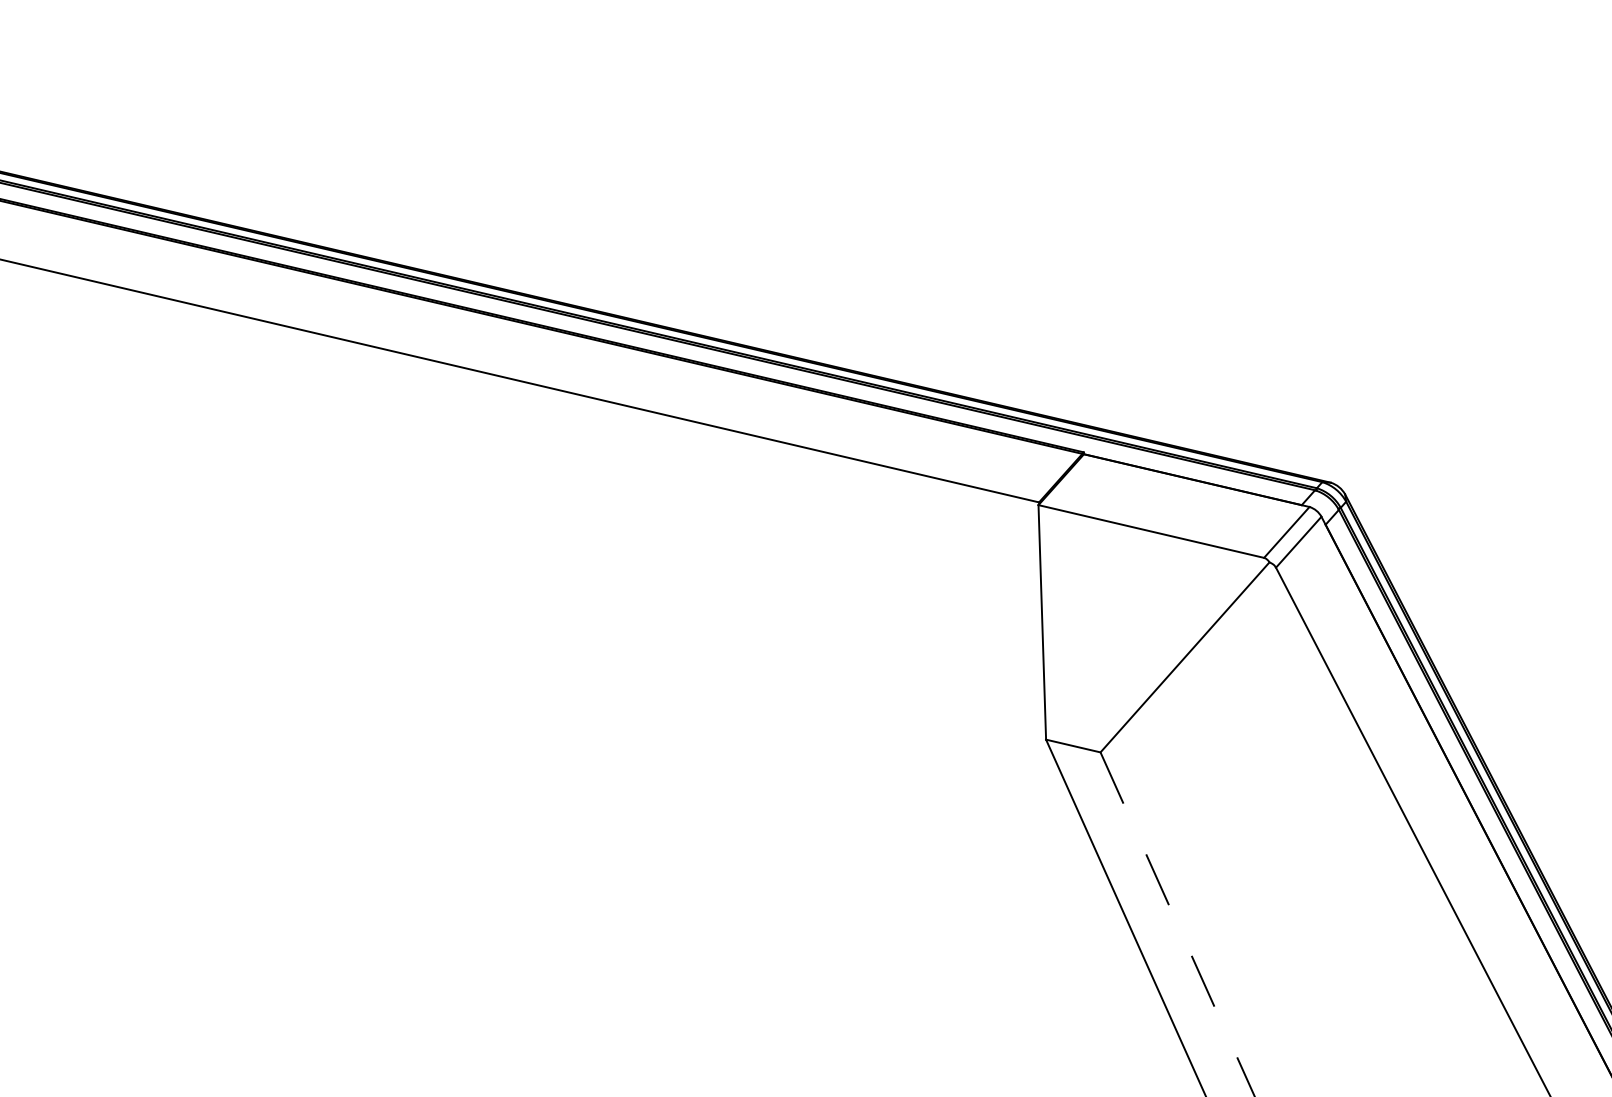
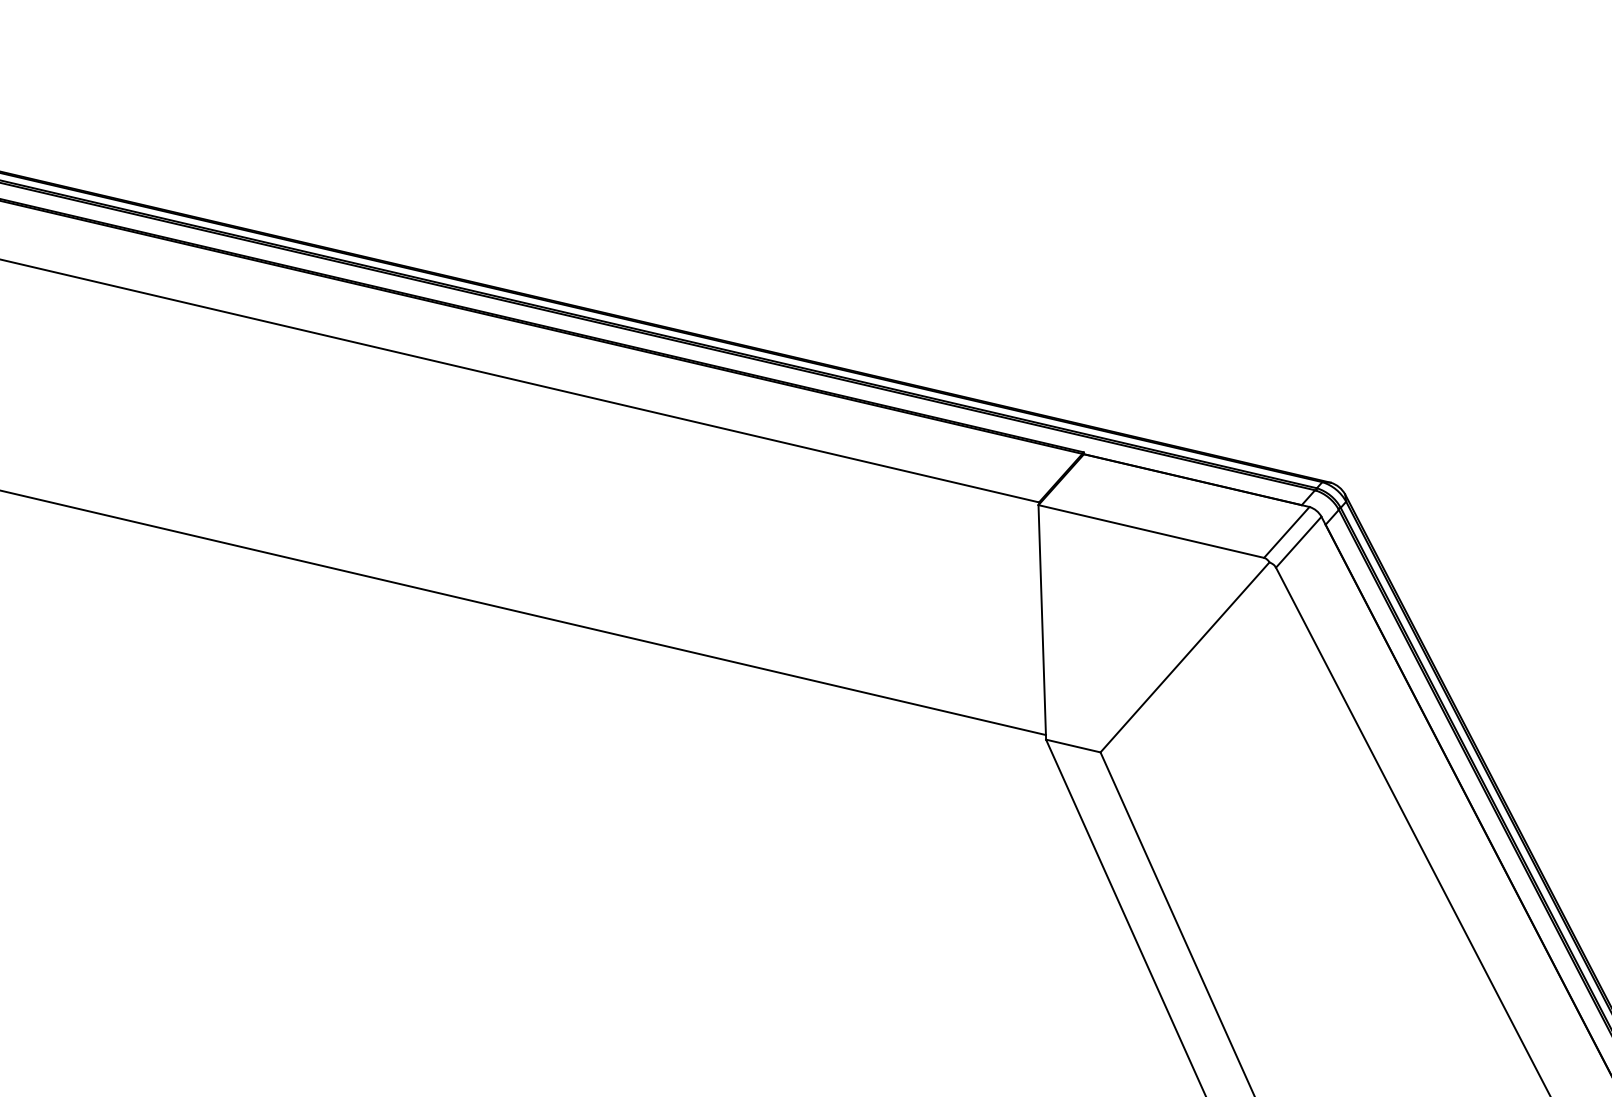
line at (523, 613): none -> present
line at (1177, 923): dashed -> solid
